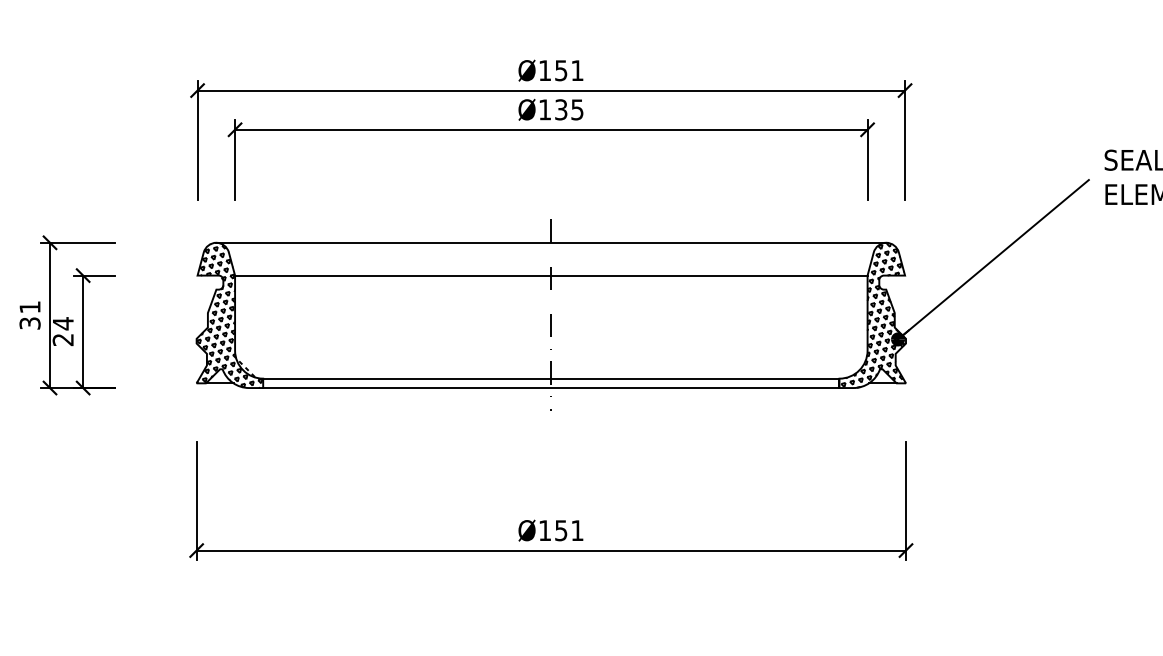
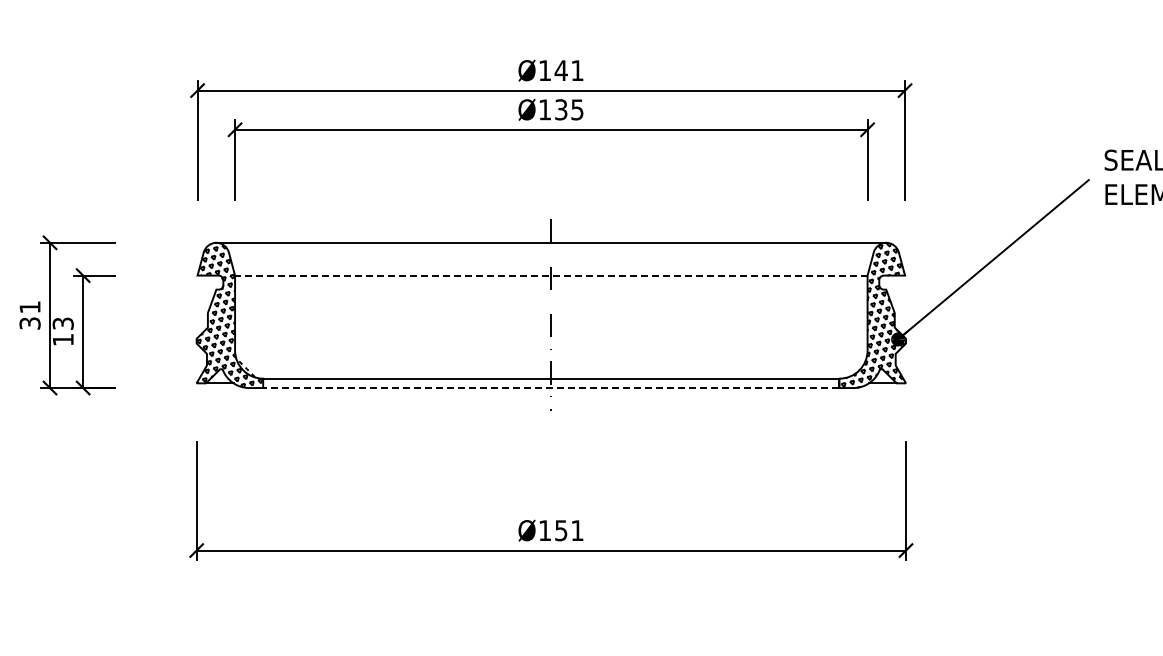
text at (560, 70): Ø151 -> Ø141
line at (550, 275): solid -> dashed
text at (62, 331): 24 -> 13
line at (550, 388): solid -> dashed
